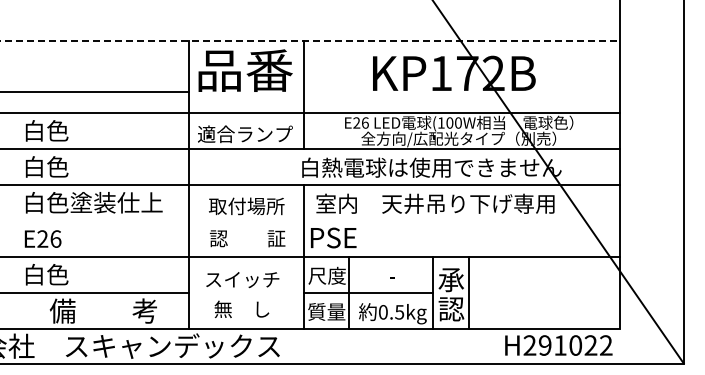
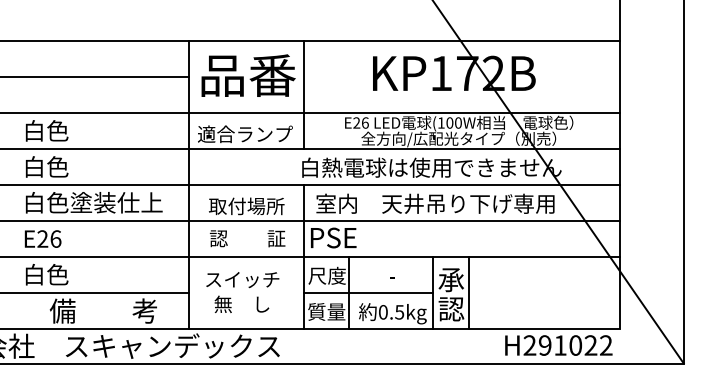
line at (310, 41): dashed -> solid
text at (245, 70) position: (245, 70) -> (248, 75)
line at (95, 92) position: (95, 92) -> (95, 77)
line at (311, 221): none -> present
text at (241, 308) position: (241, 308) -> (241, 303)
